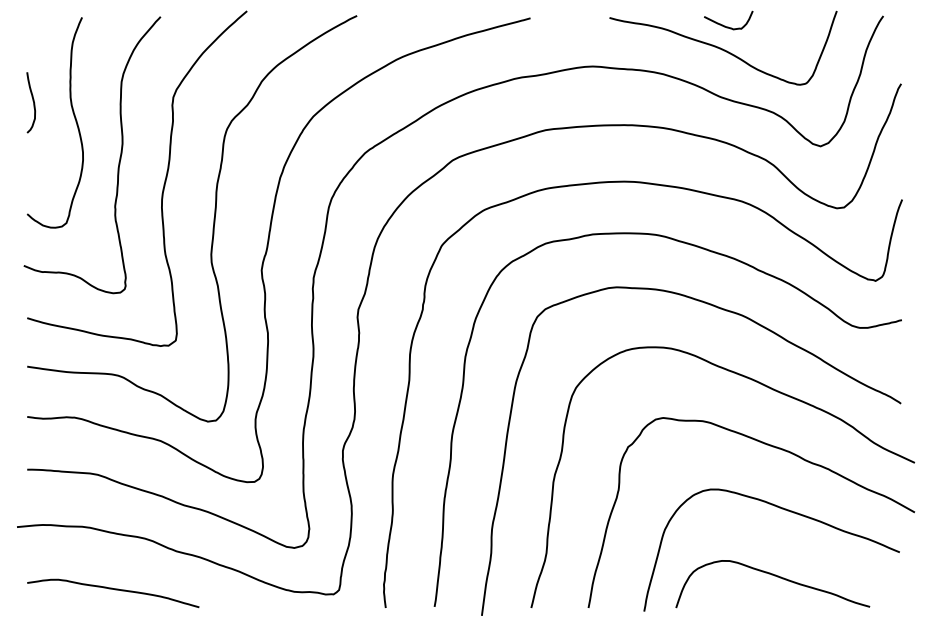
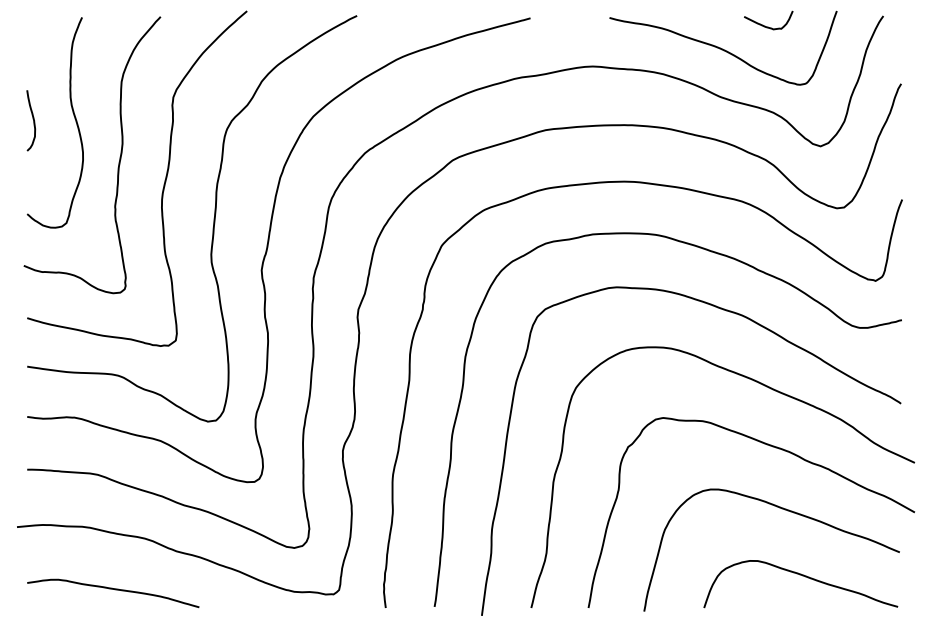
curve at (725, 25) position: (725, 25) -> (765, 25)
curve at (32, 101) position: (32, 101) -> (32, 119)
curve at (774, 576) position: (774, 576) -> (802, 576)
